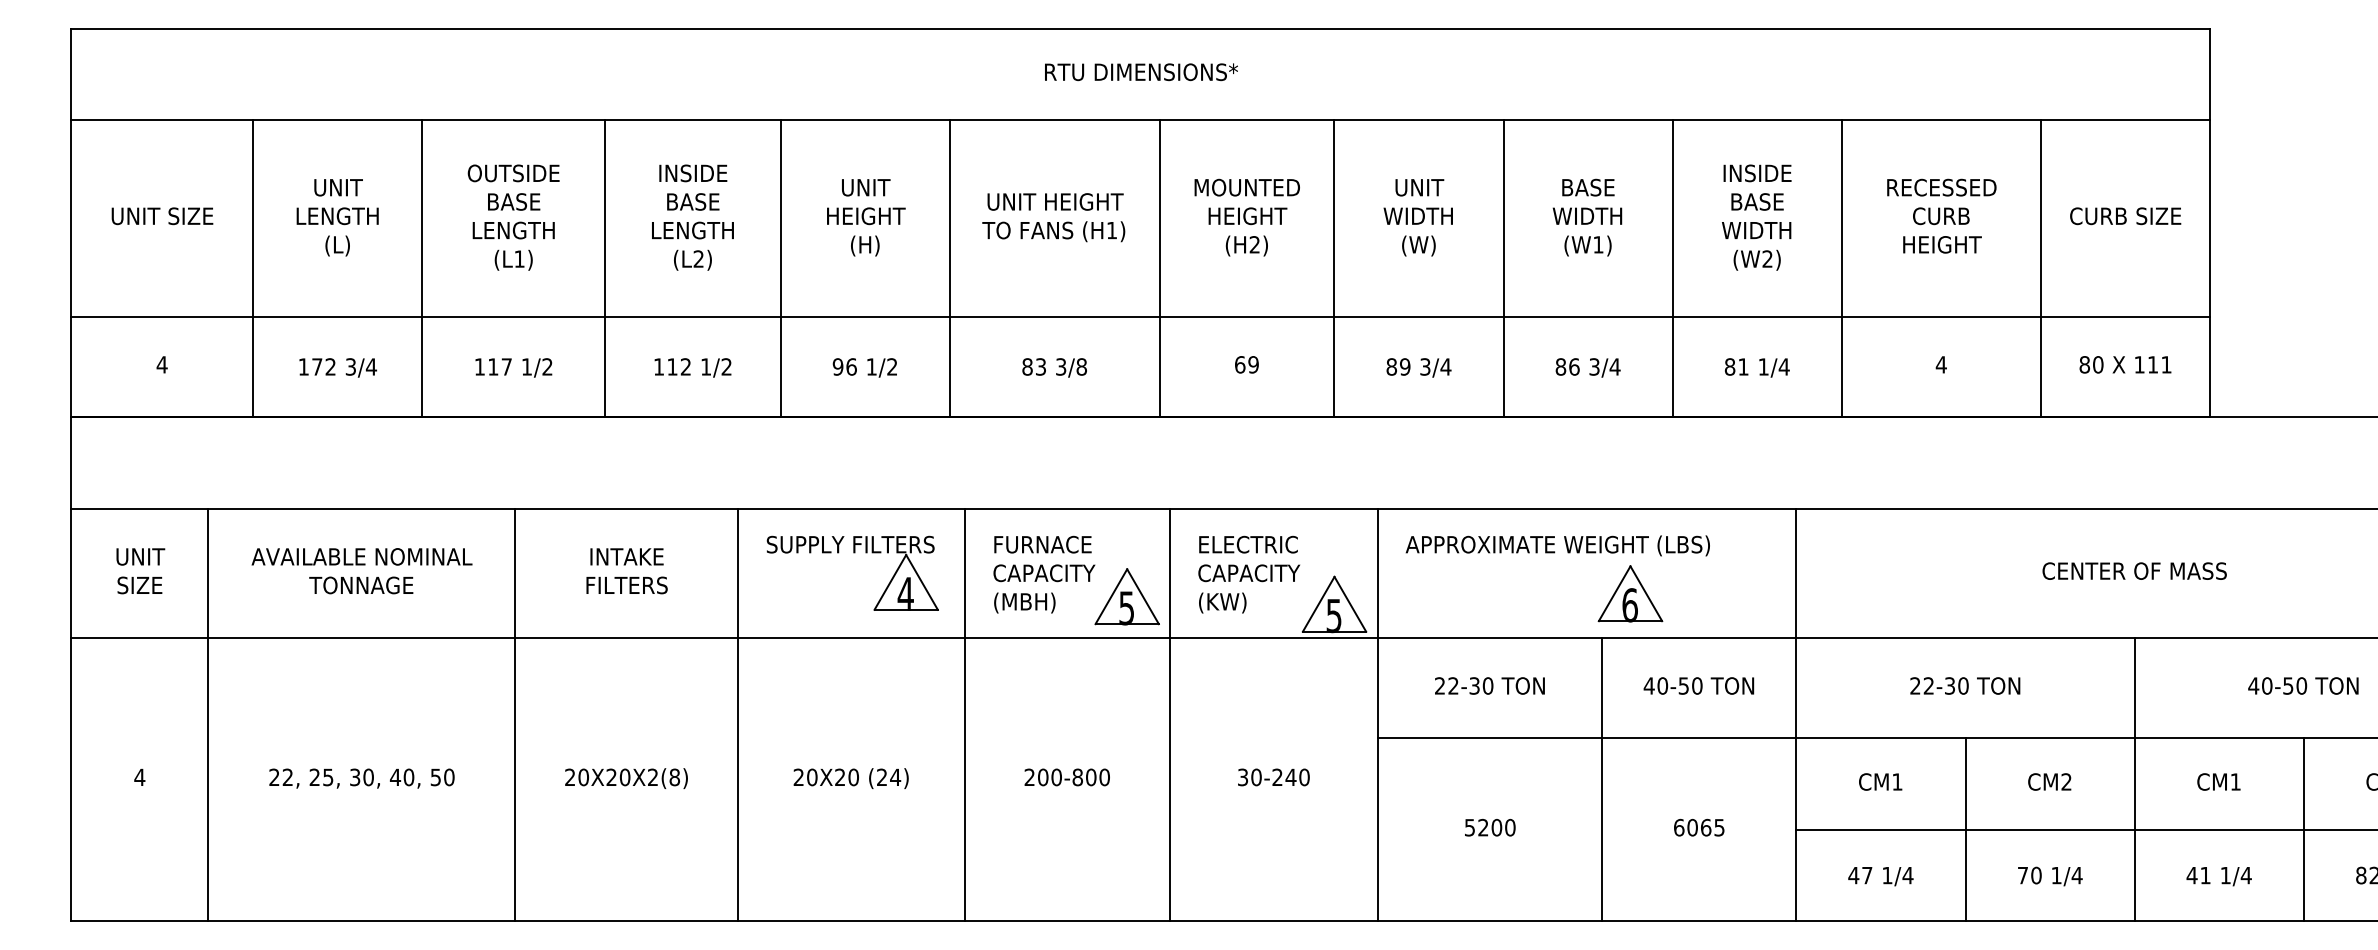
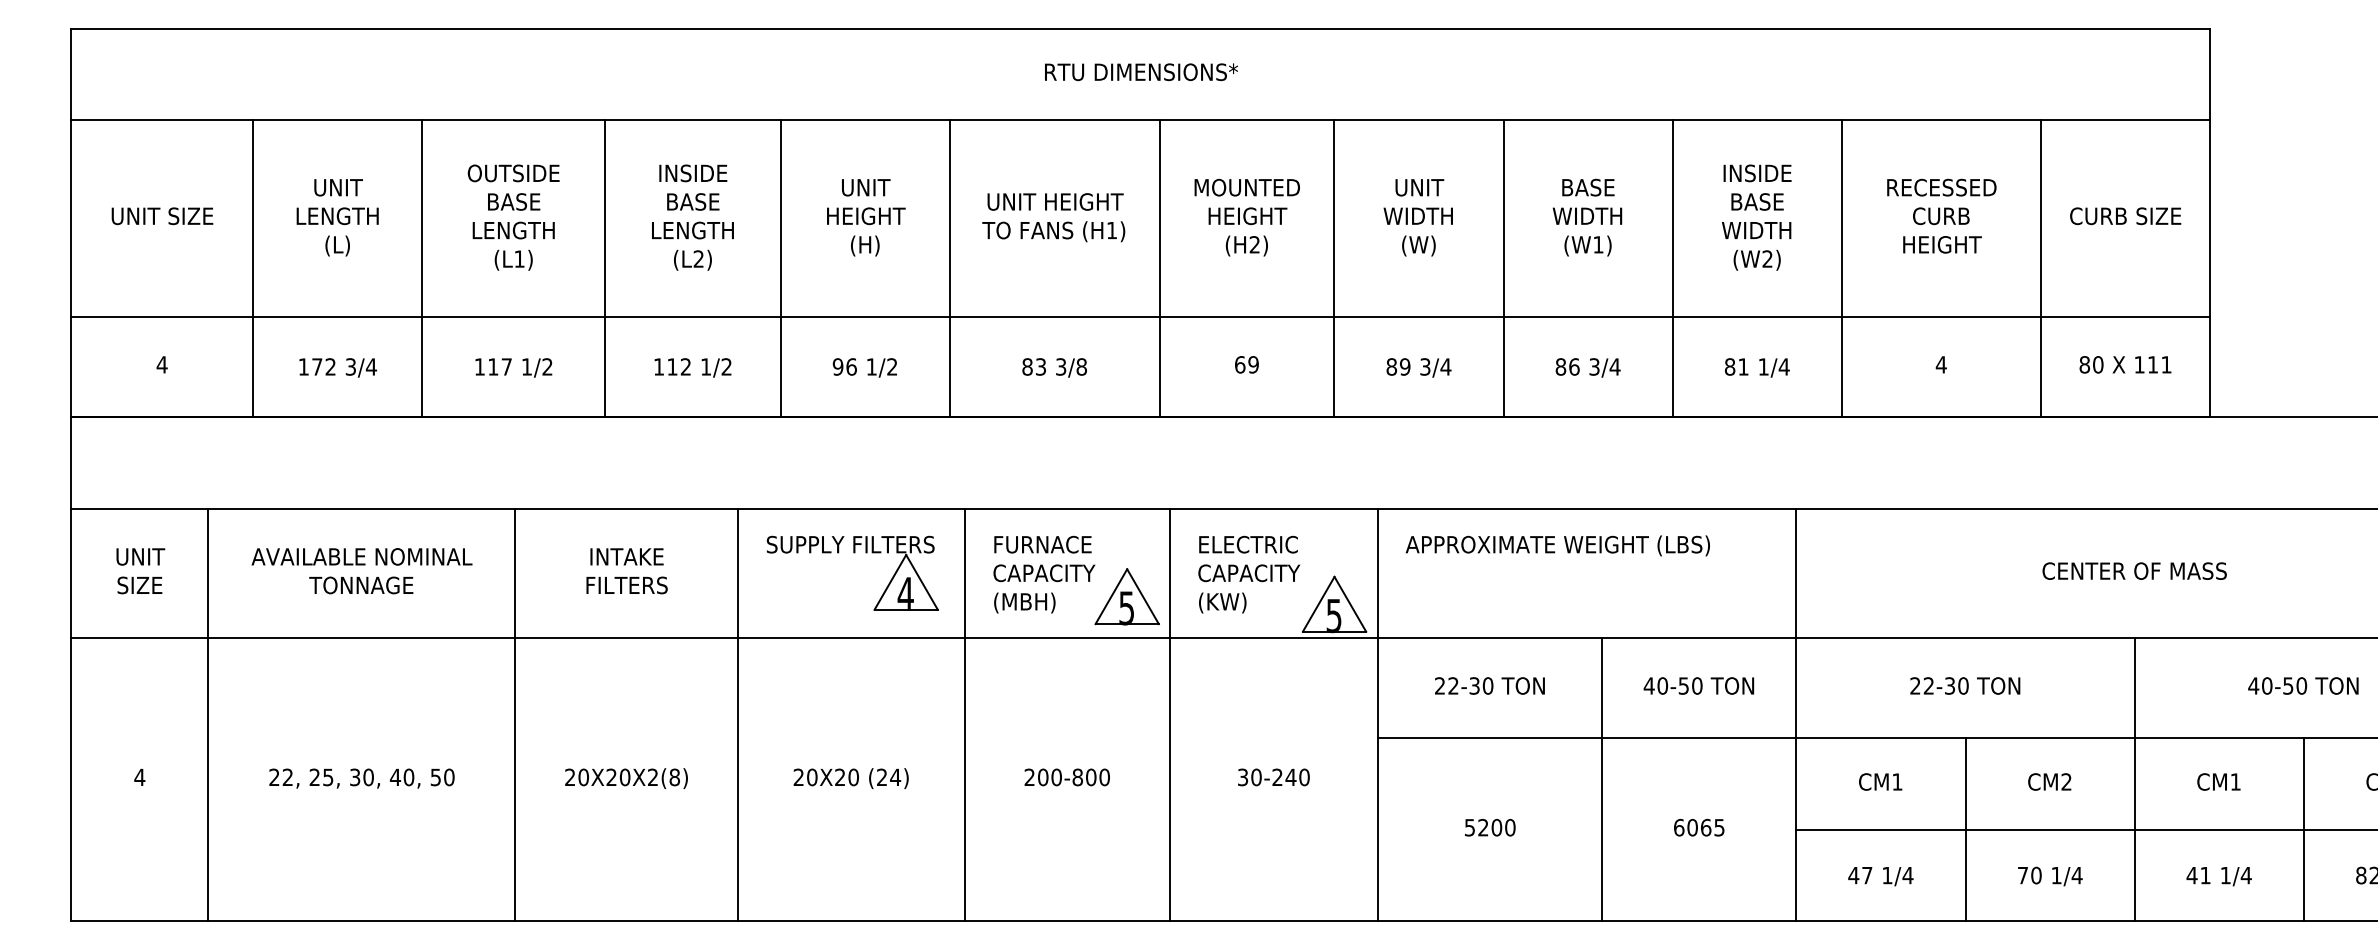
part at (1630, 593): present -> none
